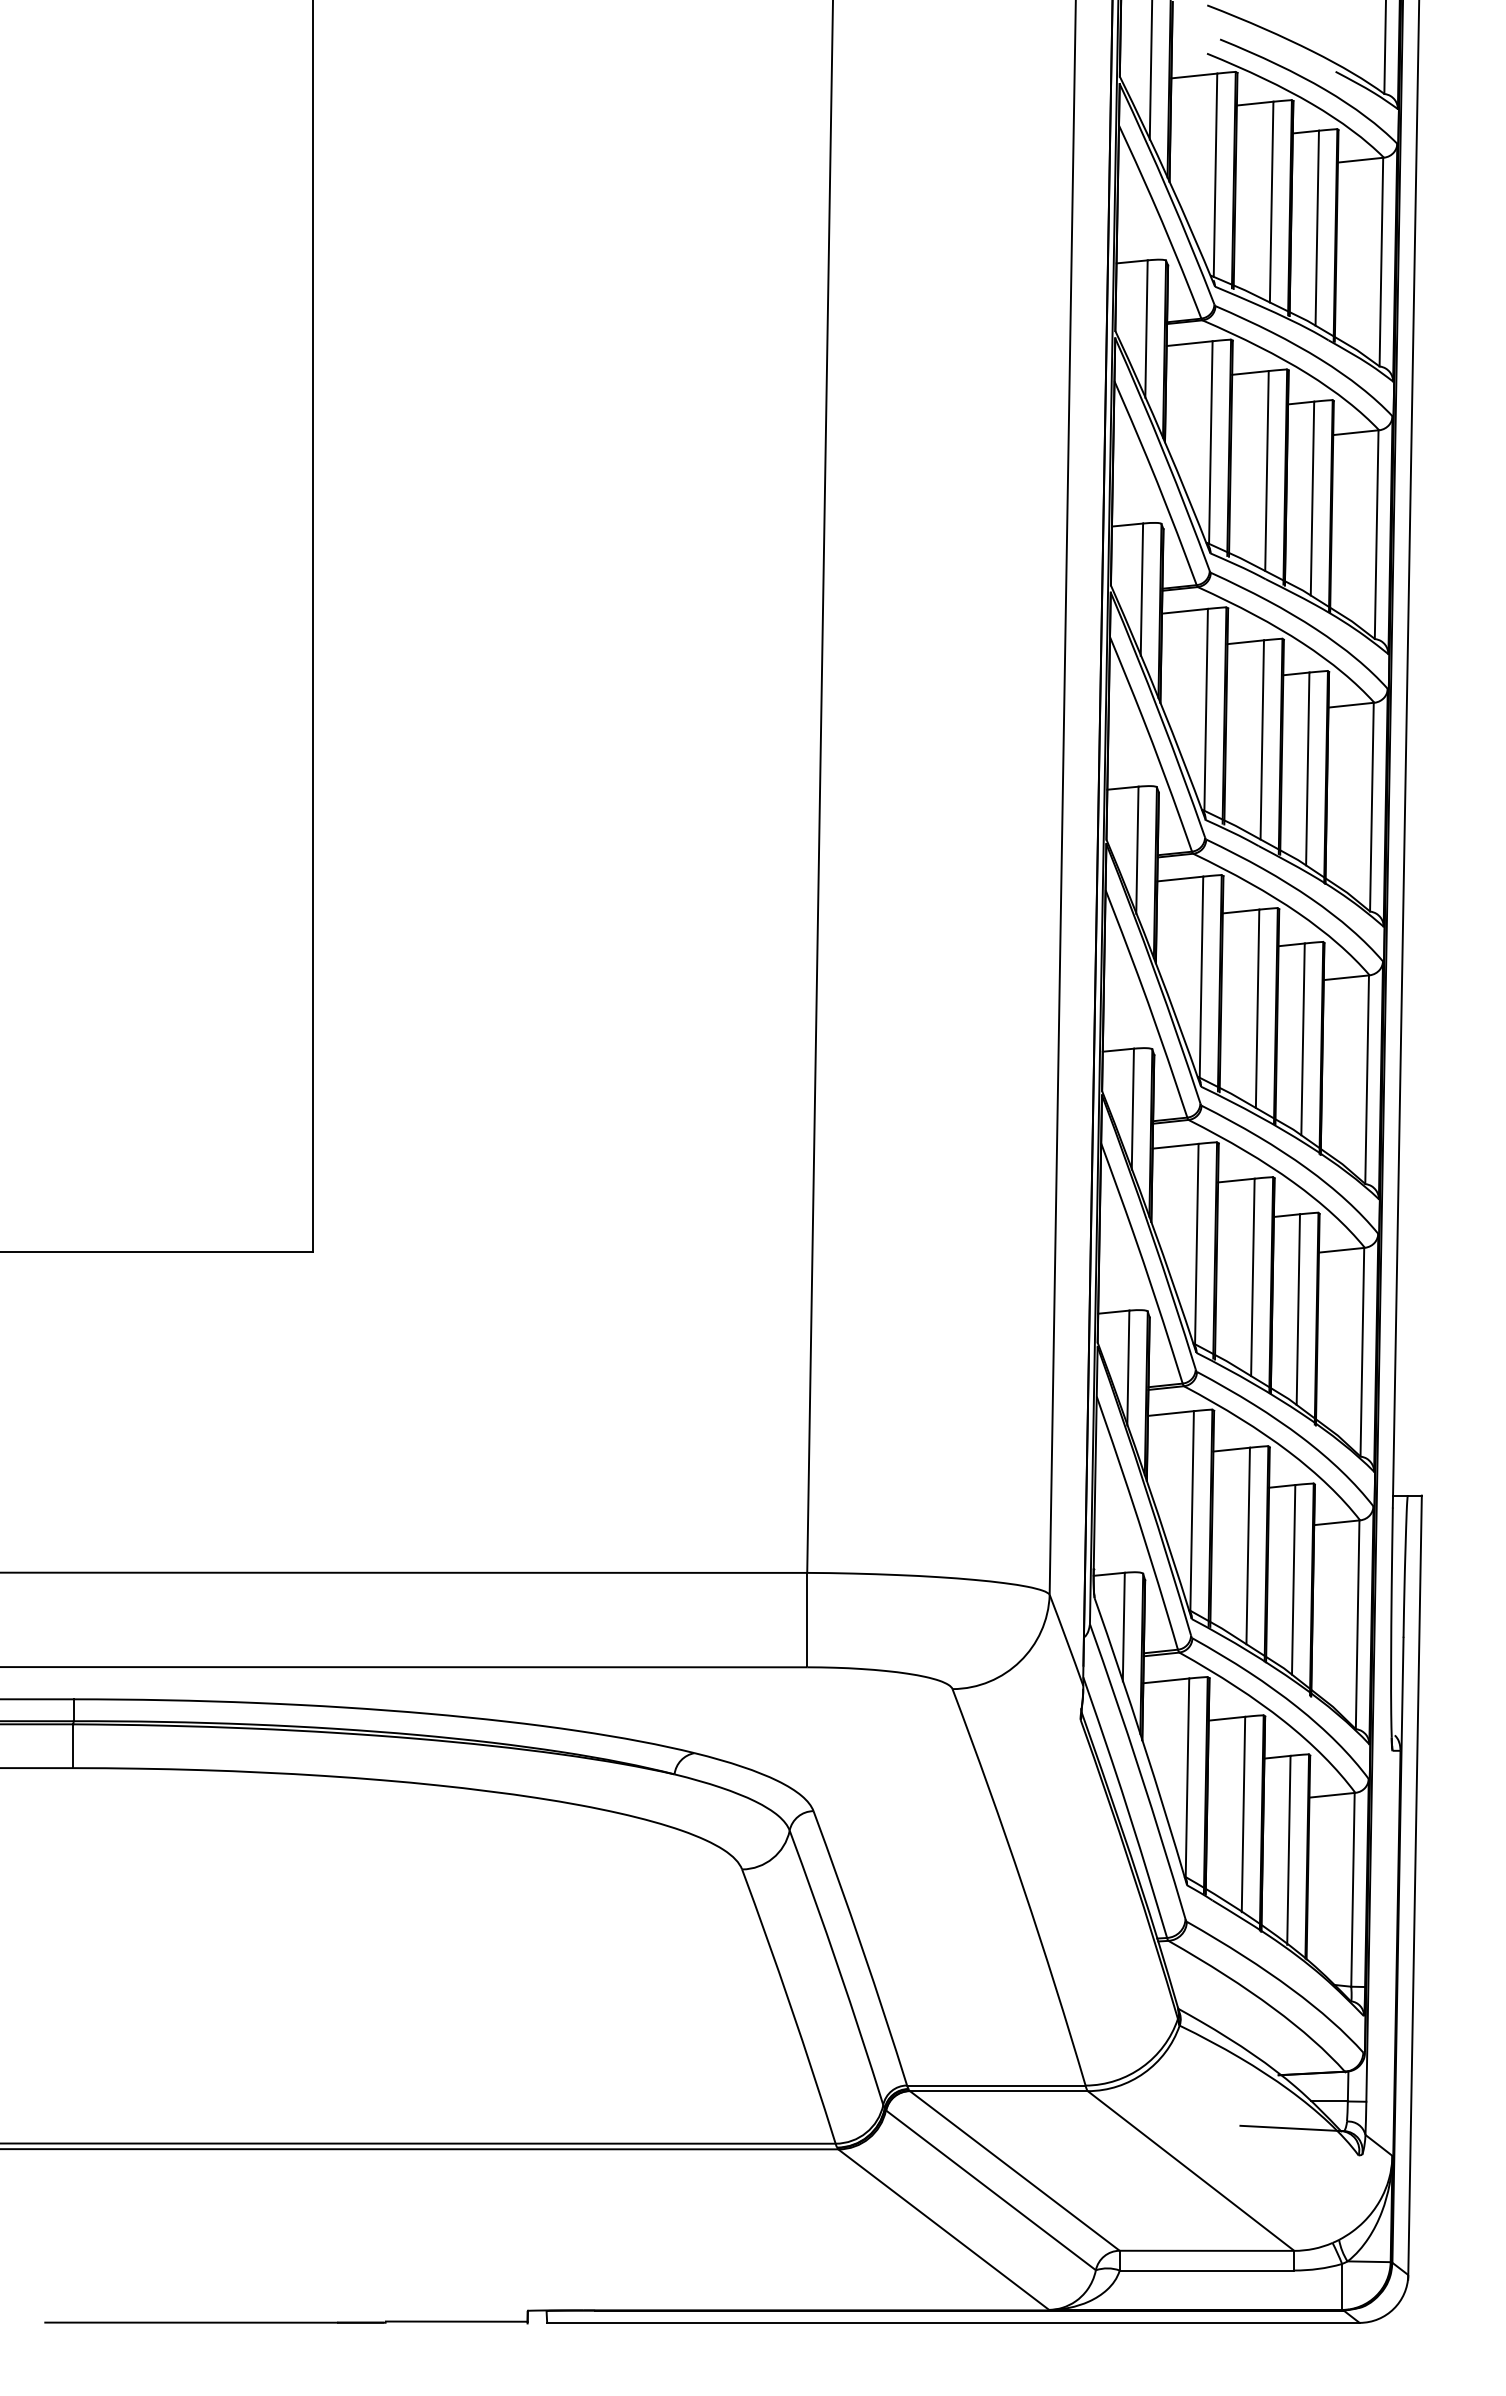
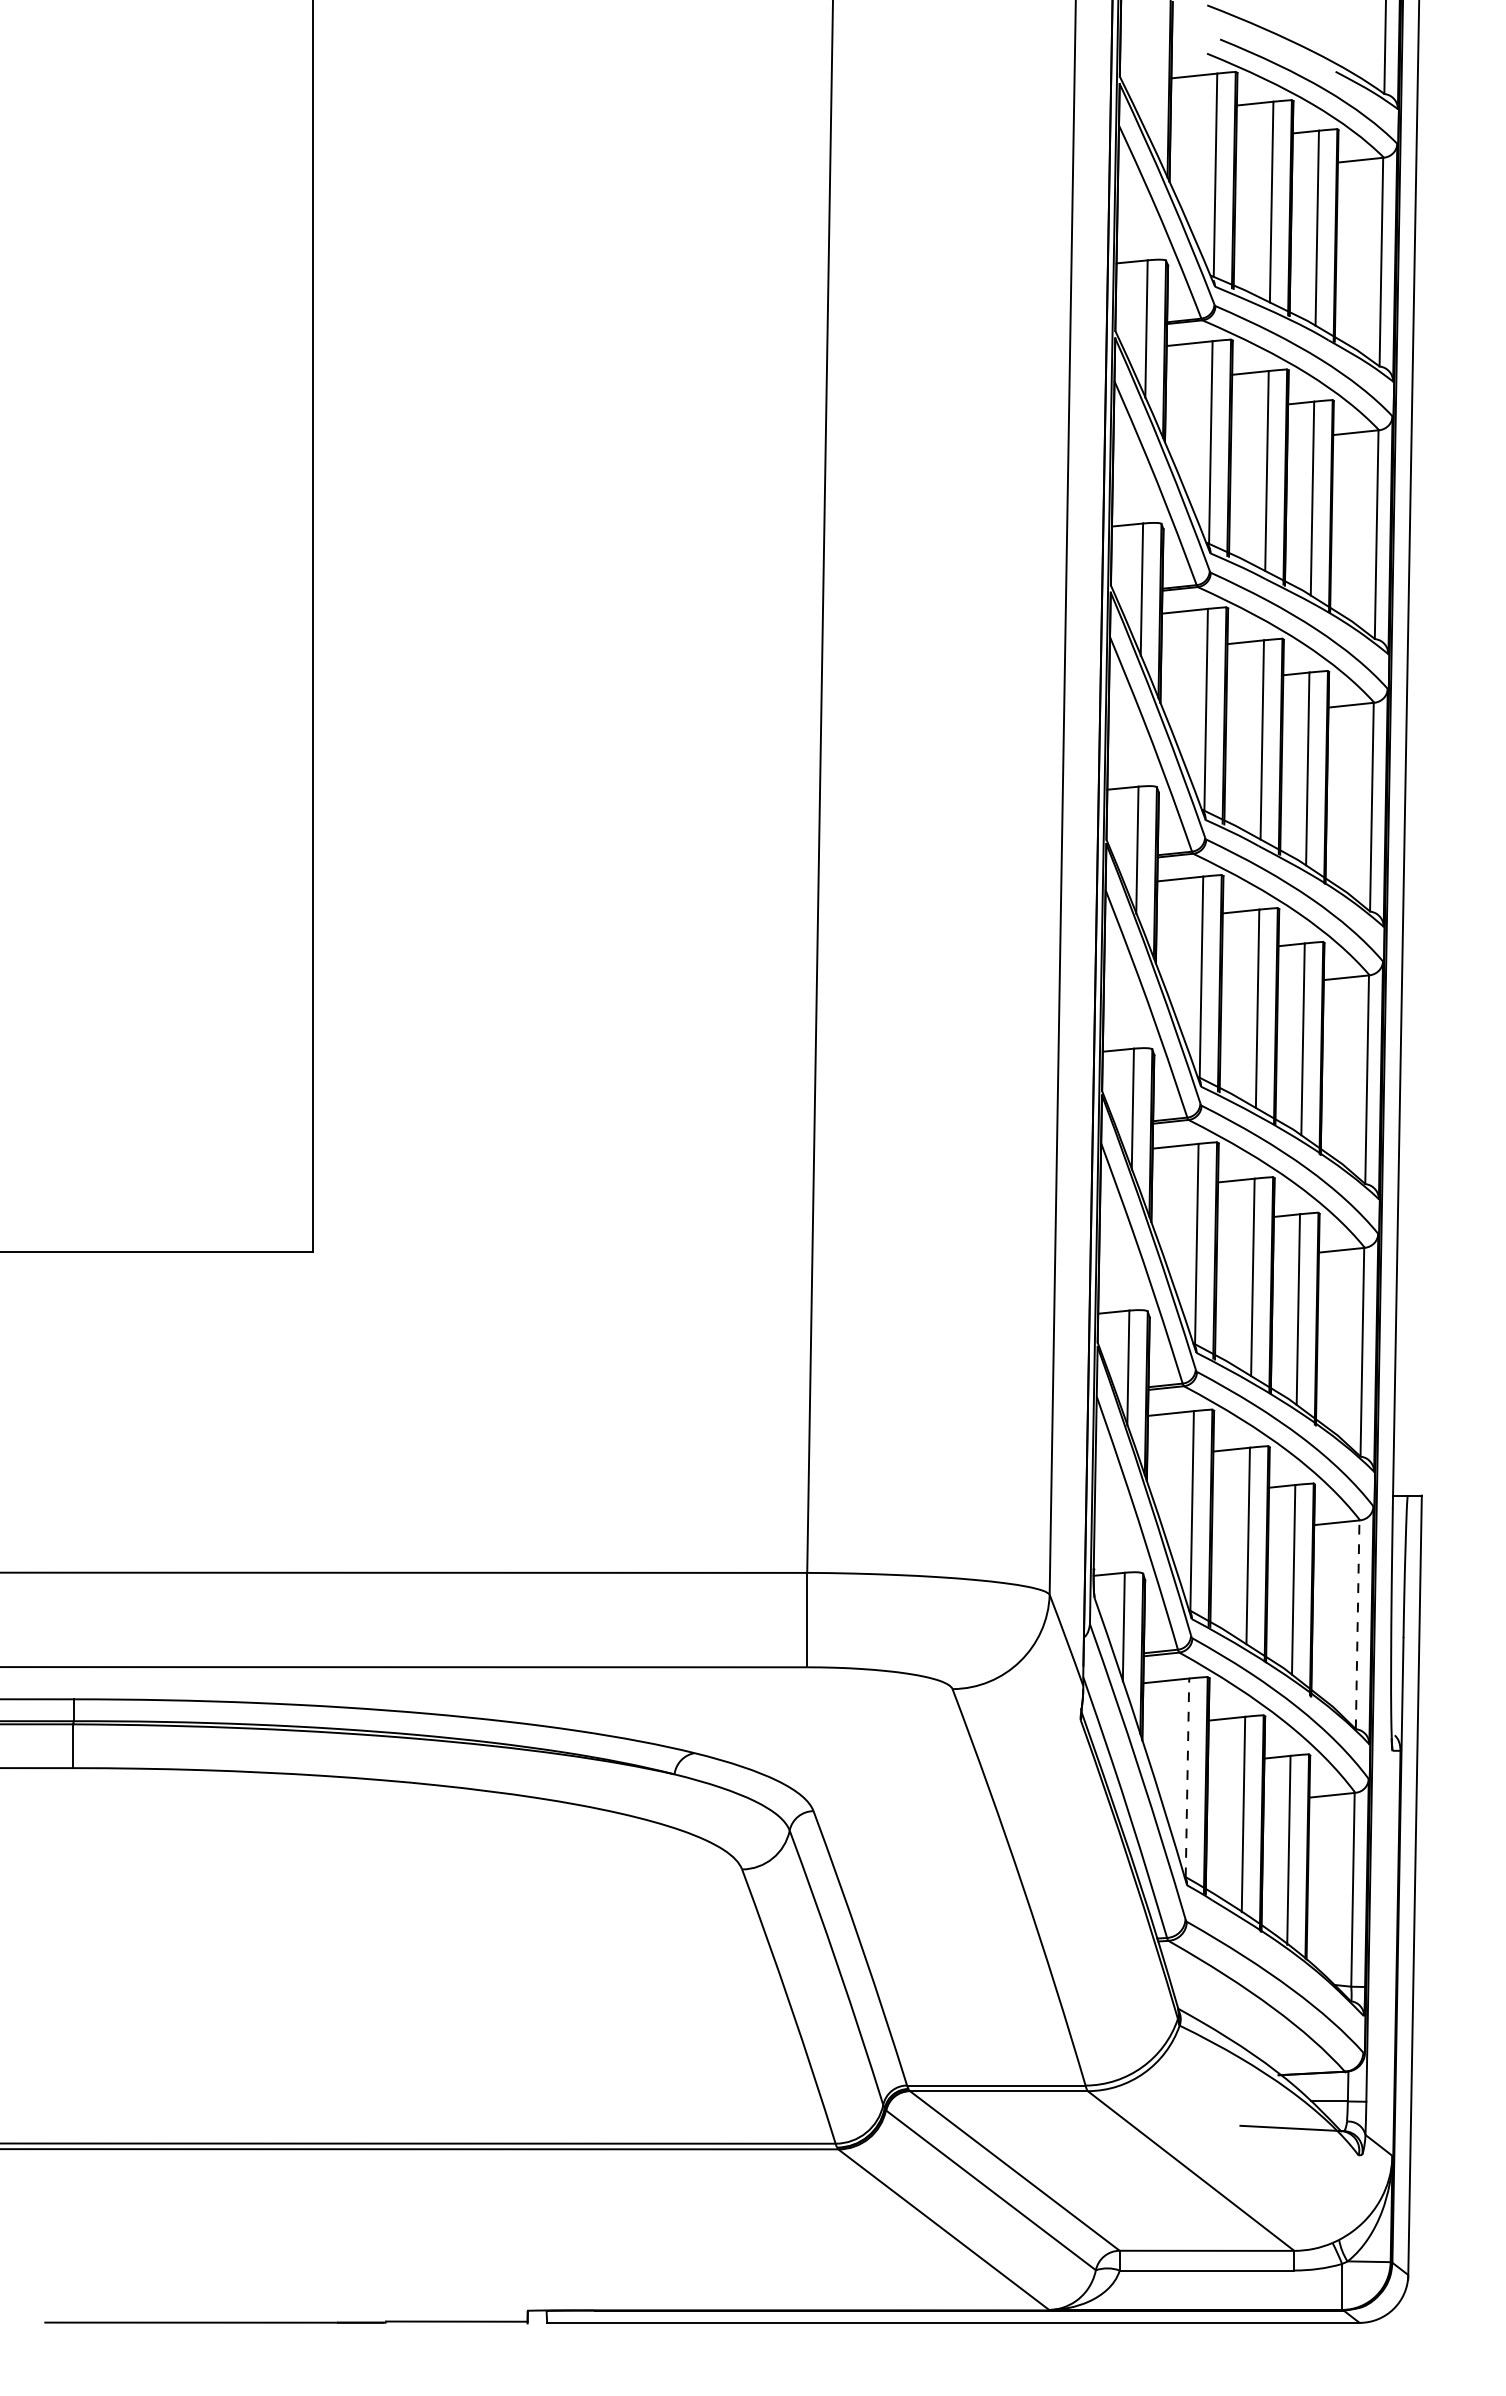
line at (1150, 70): present -> none
line at (1357, 1624): solid -> dashed
line at (1187, 1777): solid -> dashed
